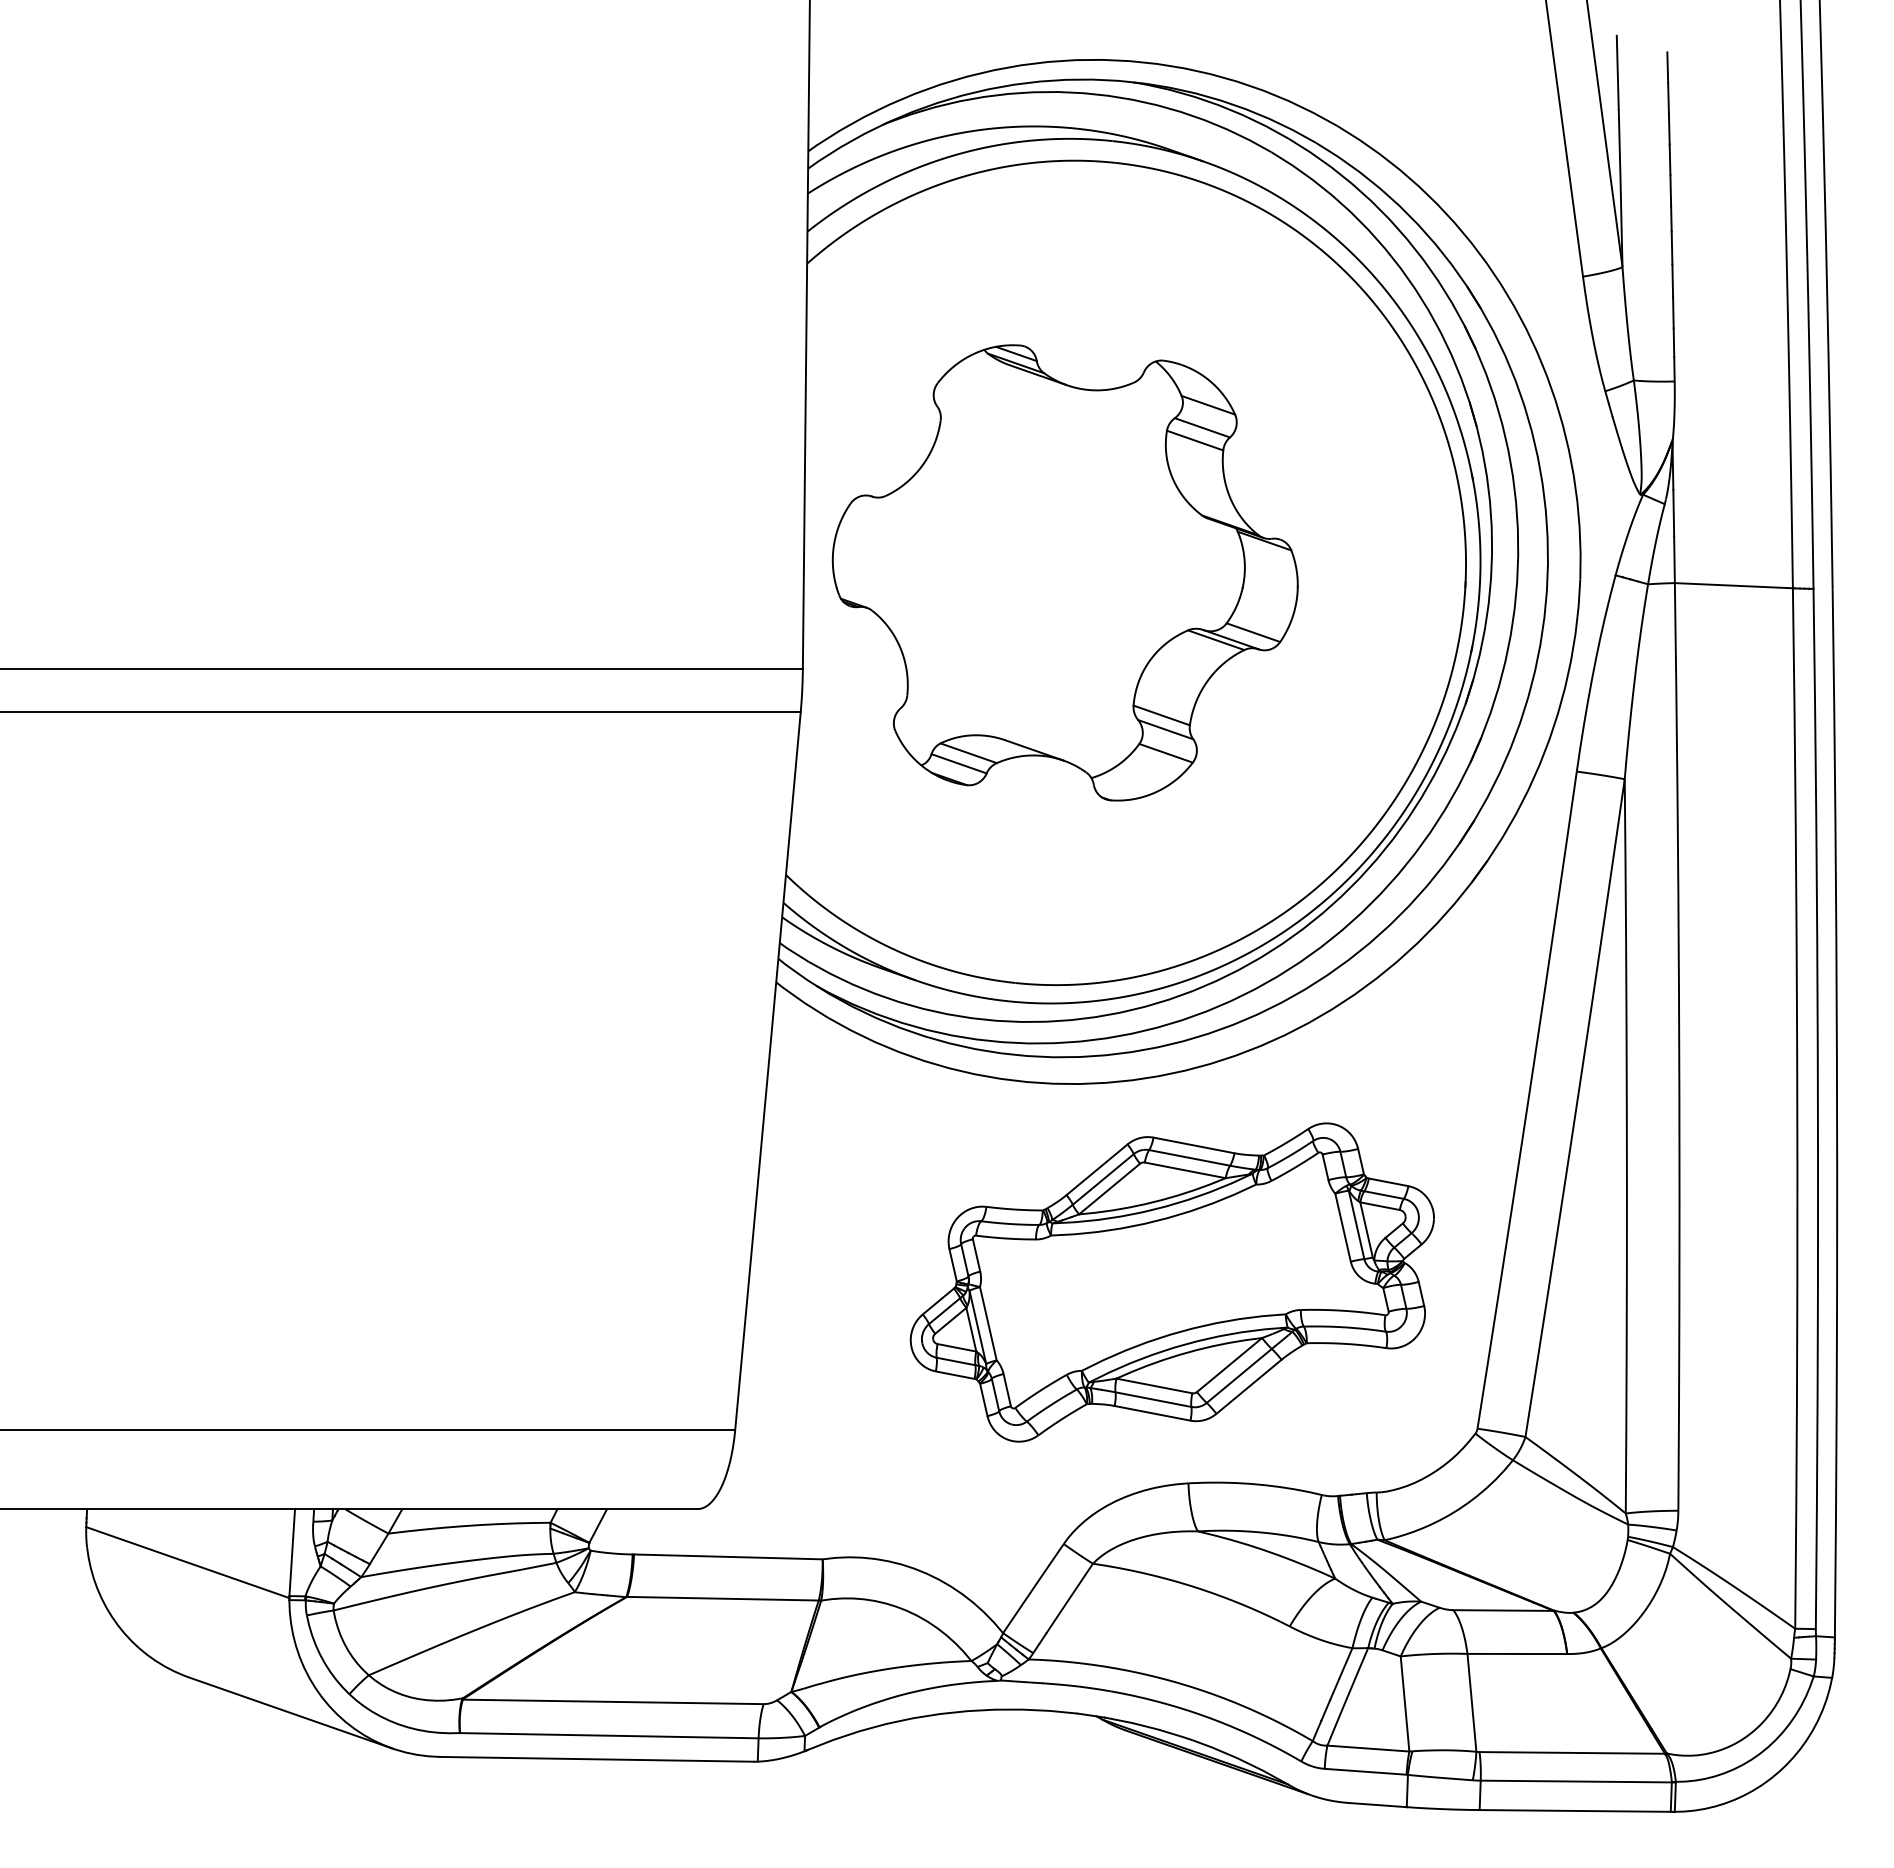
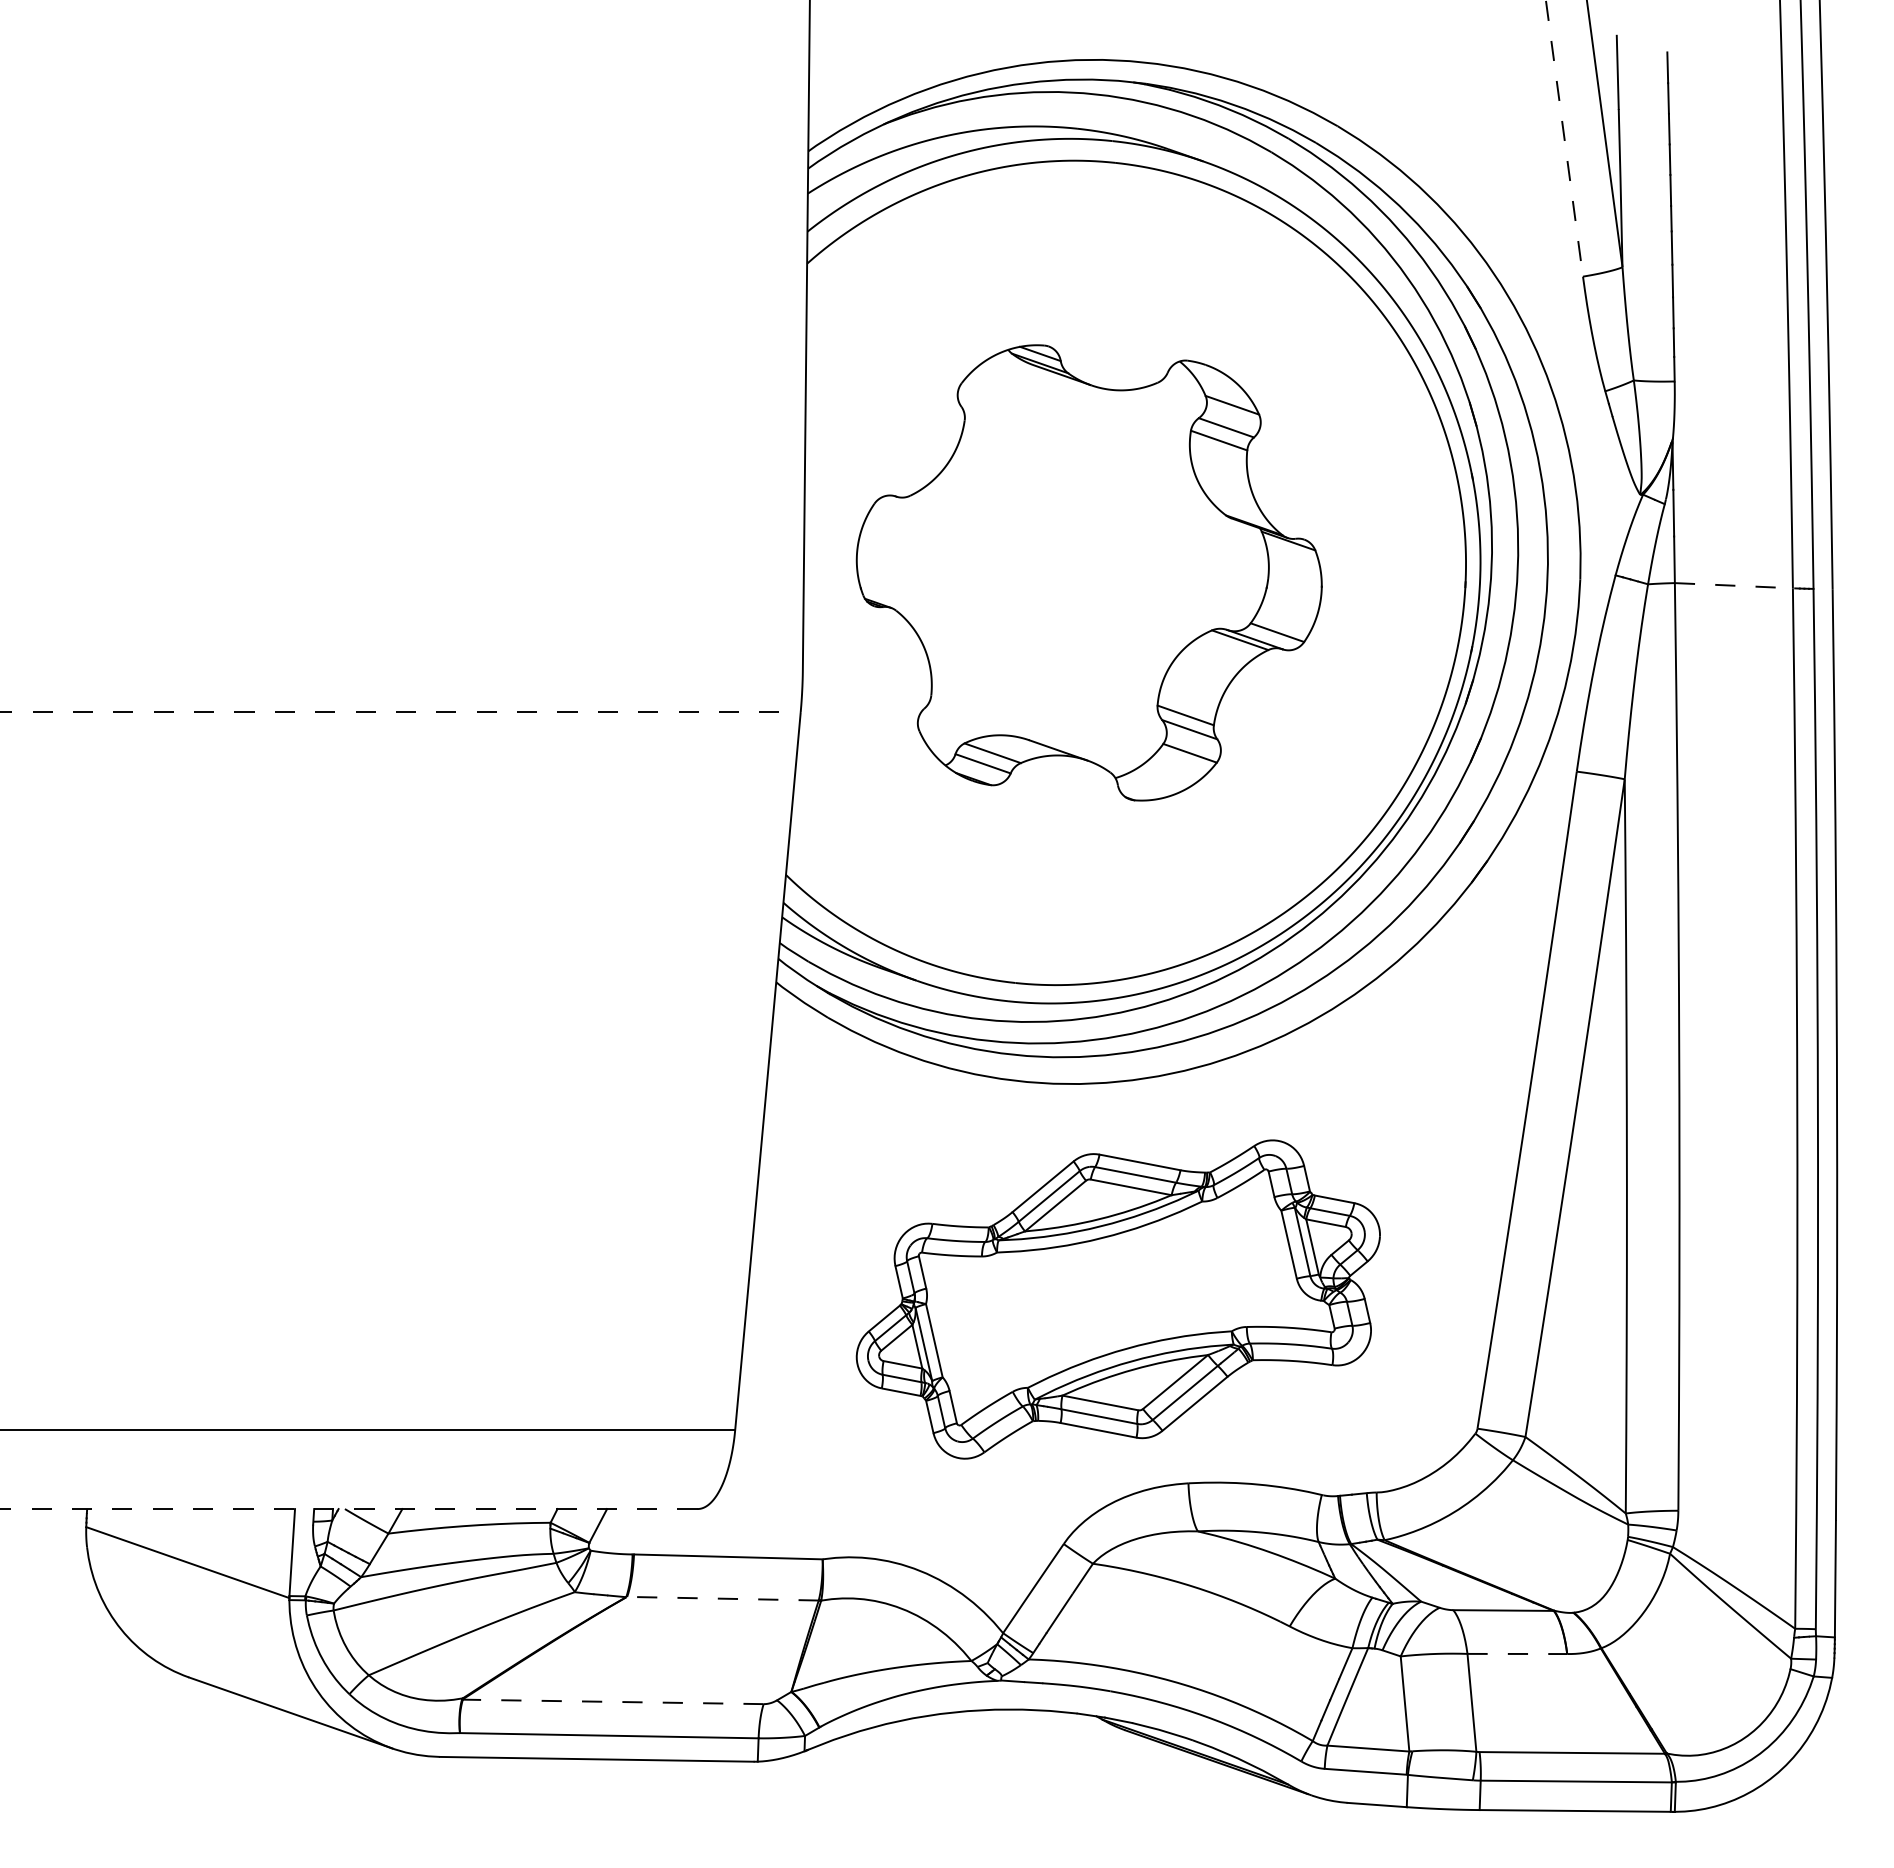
line at (1564, 139): solid -> dashed
part at (1064, 572) position: (1064, 572) -> (1088, 572)
line at (1735, 585): solid -> dashed
line at (402, 668): present -> none
line at (400, 712): solid -> dashed
part at (1171, 1282) position: (1171, 1282) -> (1117, 1299)
line at (348, 1509): solid -> dashed
line at (722, 1598): solid -> dashed
line at (1517, 1653): solid -> dashed
line at (612, 1701): solid -> dashed
